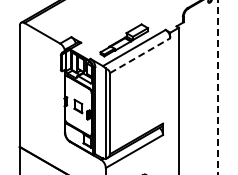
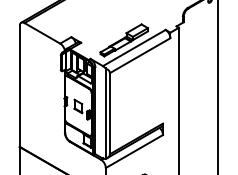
line at (140, 55): dashed -> solid
line at (218, 87): dashed -> solid
